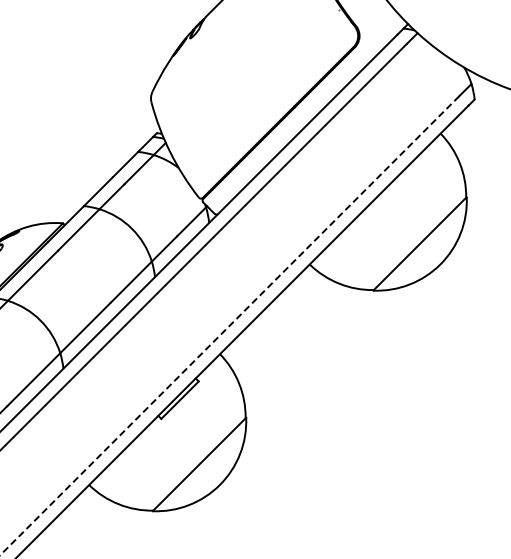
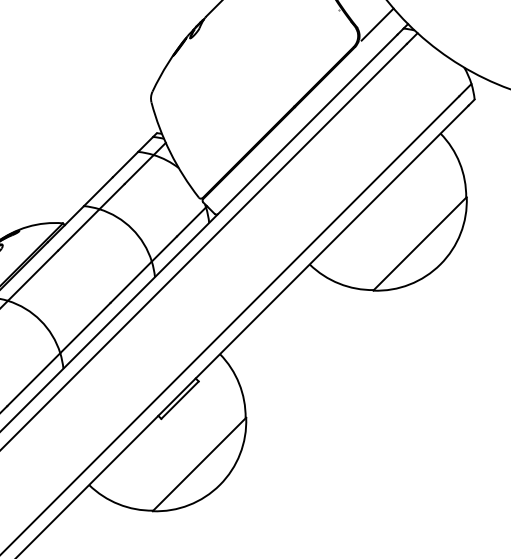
line at (377, 24): none -> present
line at (229, 326): dashed -> solid
